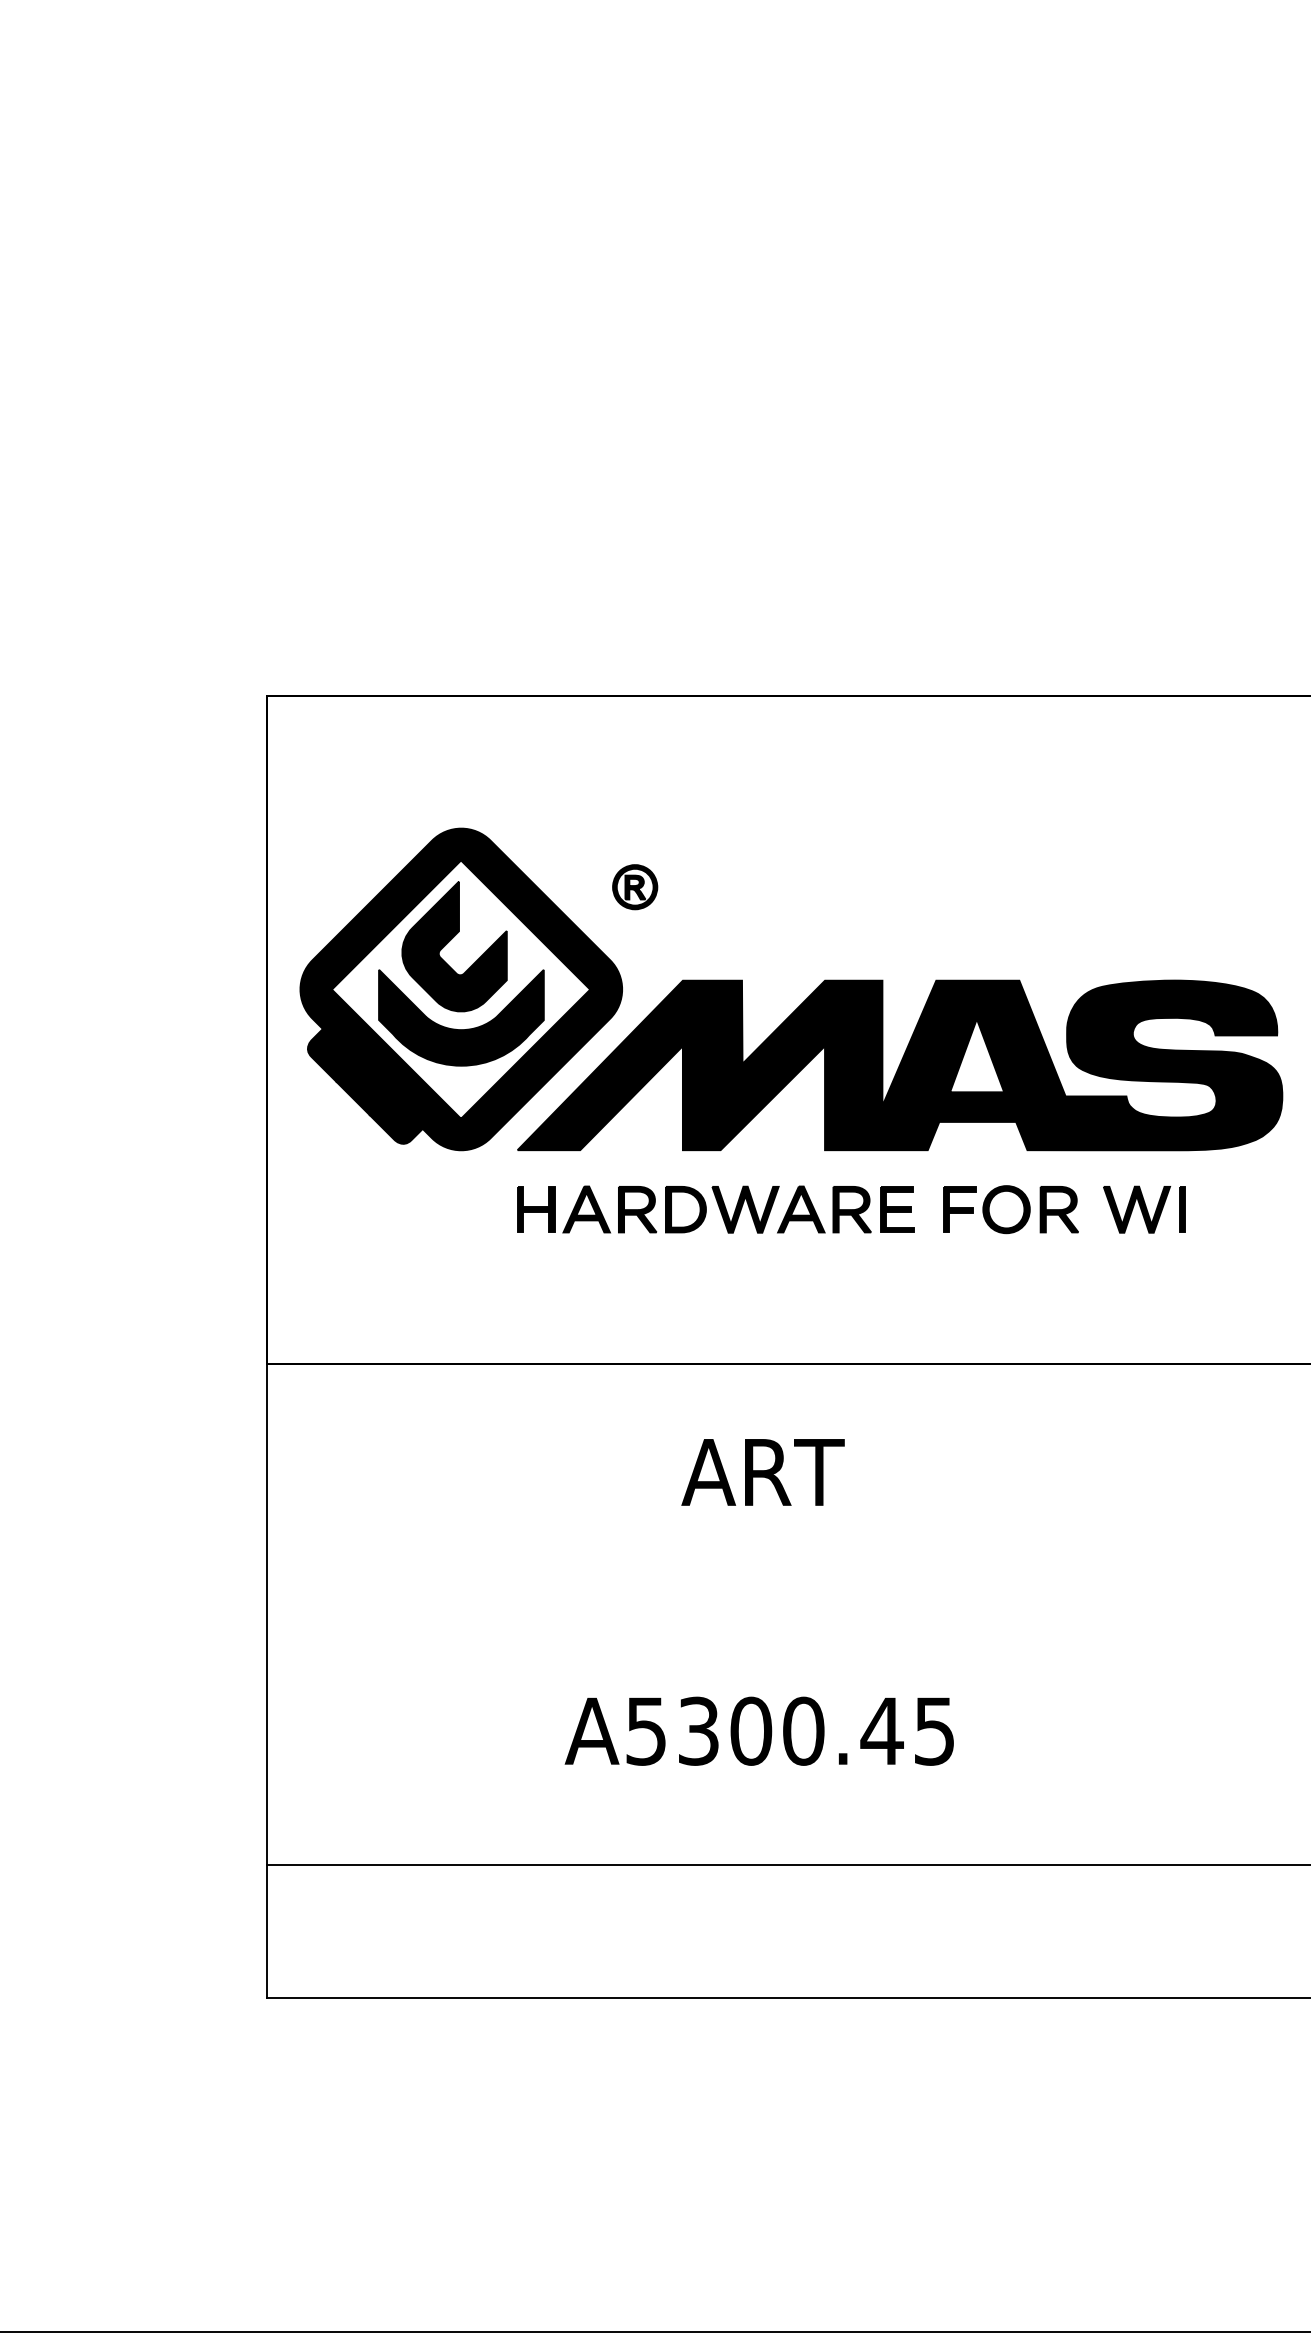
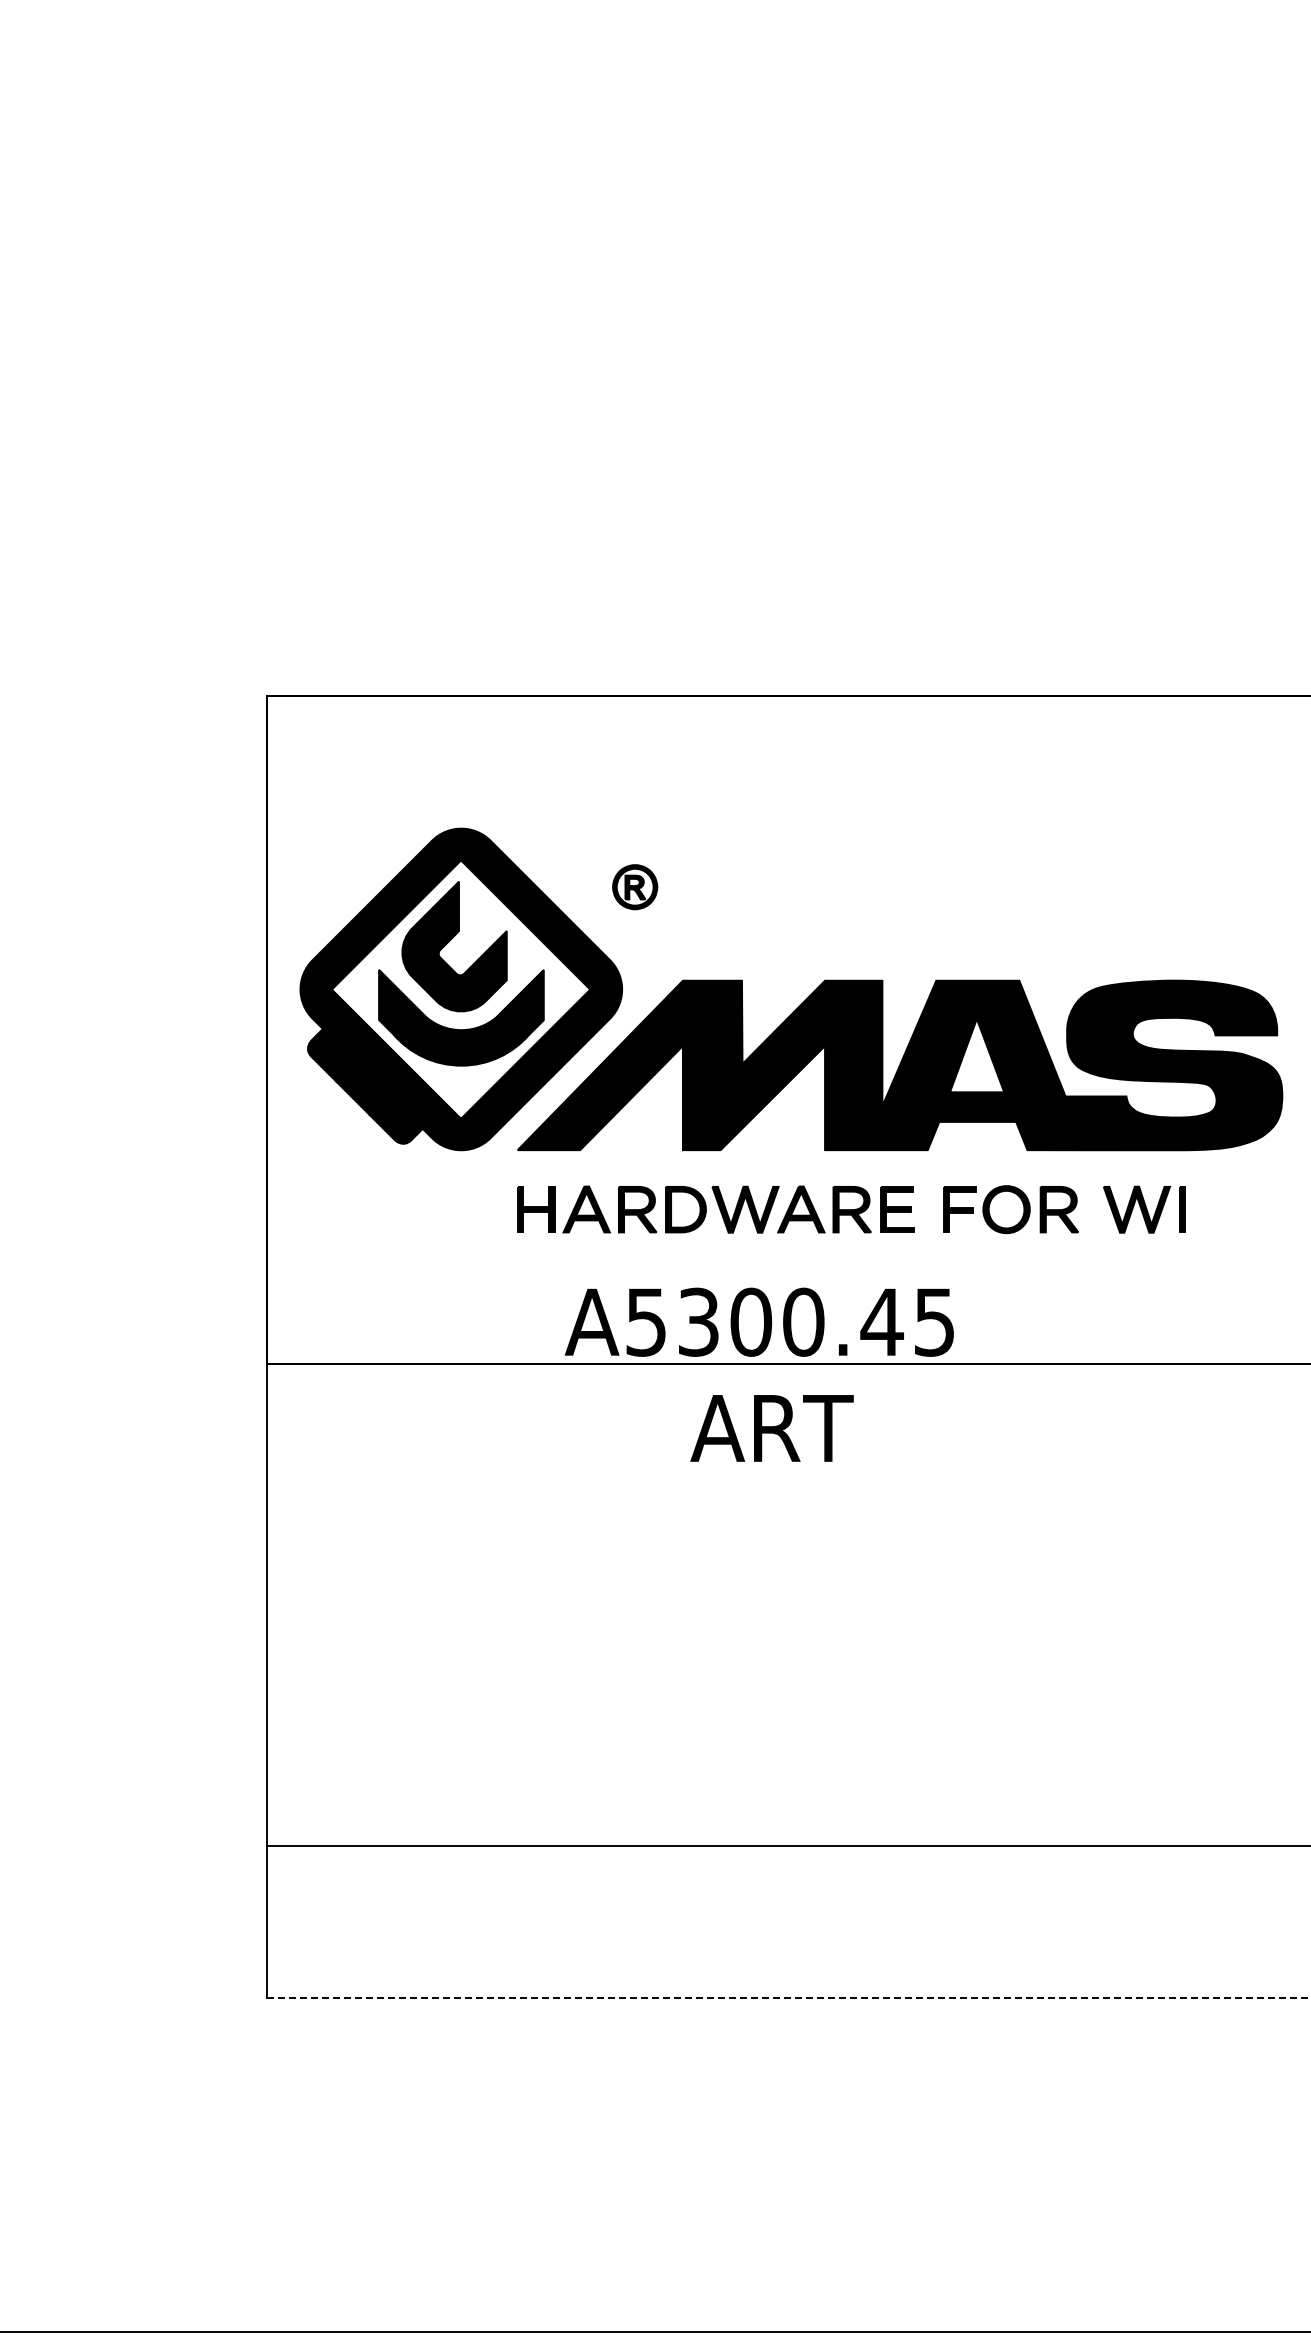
text at (762, 1472) position: (762, 1472) -> (771, 1428)
text at (758, 1730) position: (758, 1730) -> (758, 1321)
line at (786, 1864) position: (786, 1864) -> (786, 1845)
line at (788, 1998): solid -> dashed
